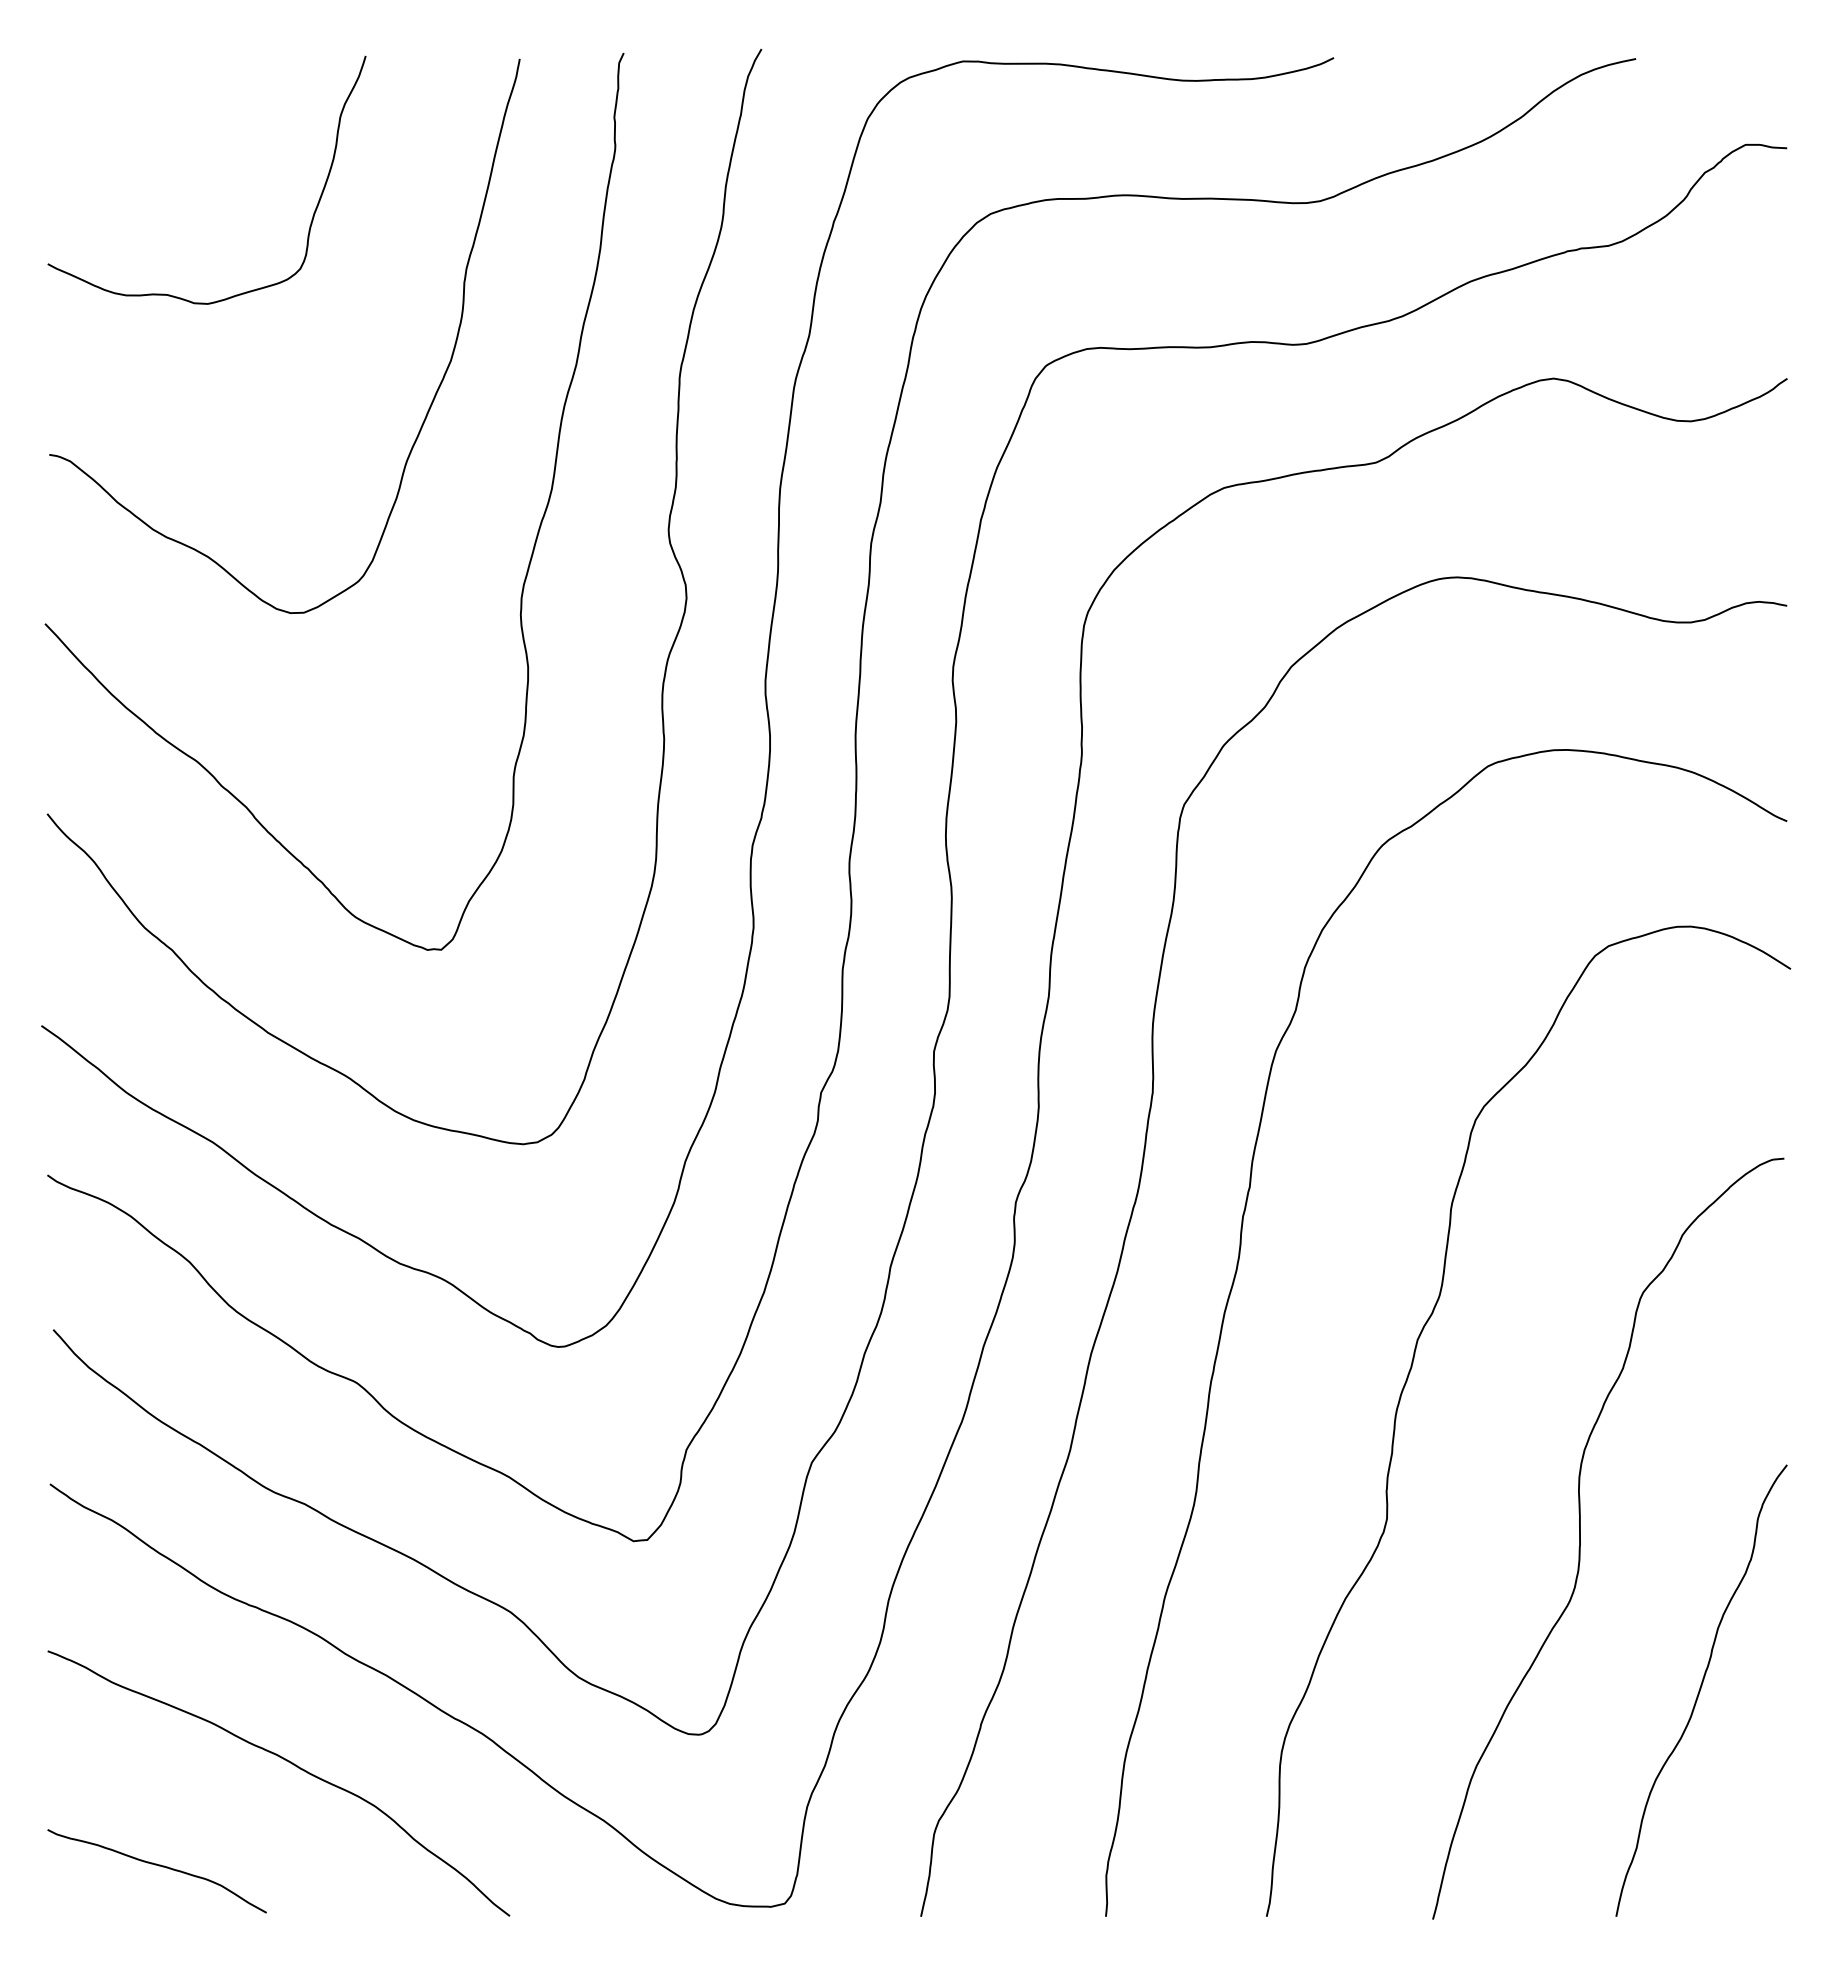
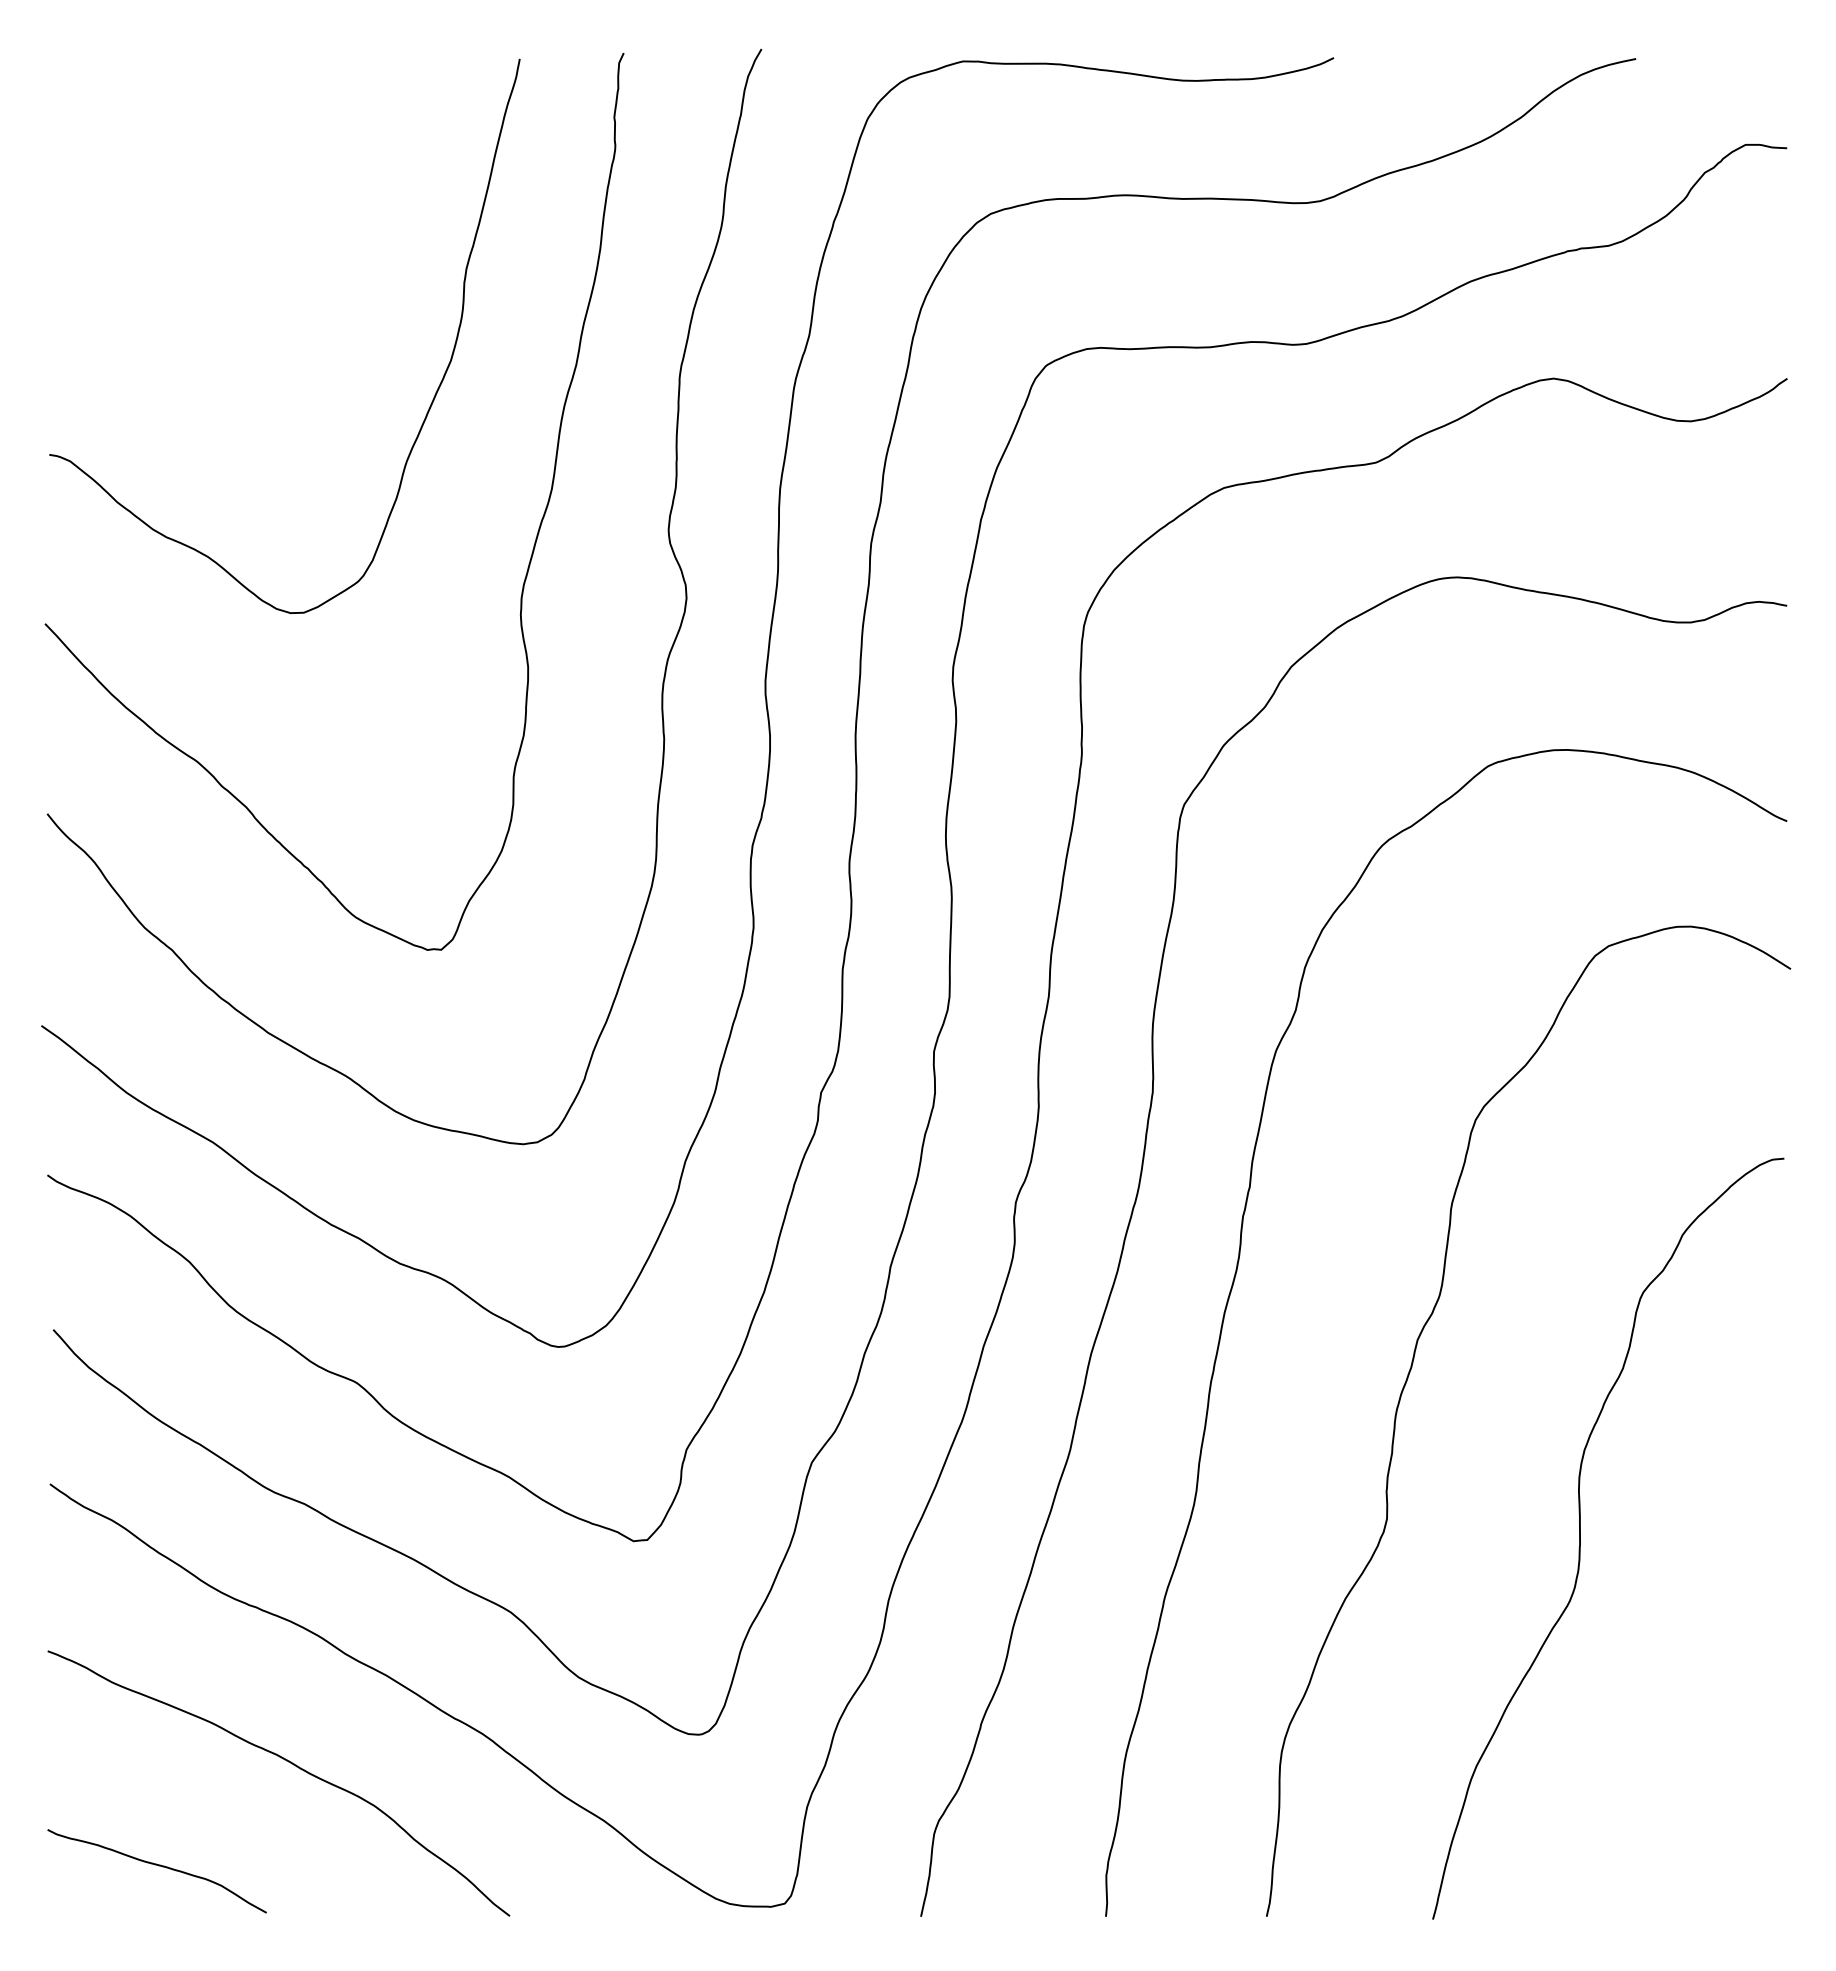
curve at (312, 215): present -> none
curve at (1701, 1689): present -> none
